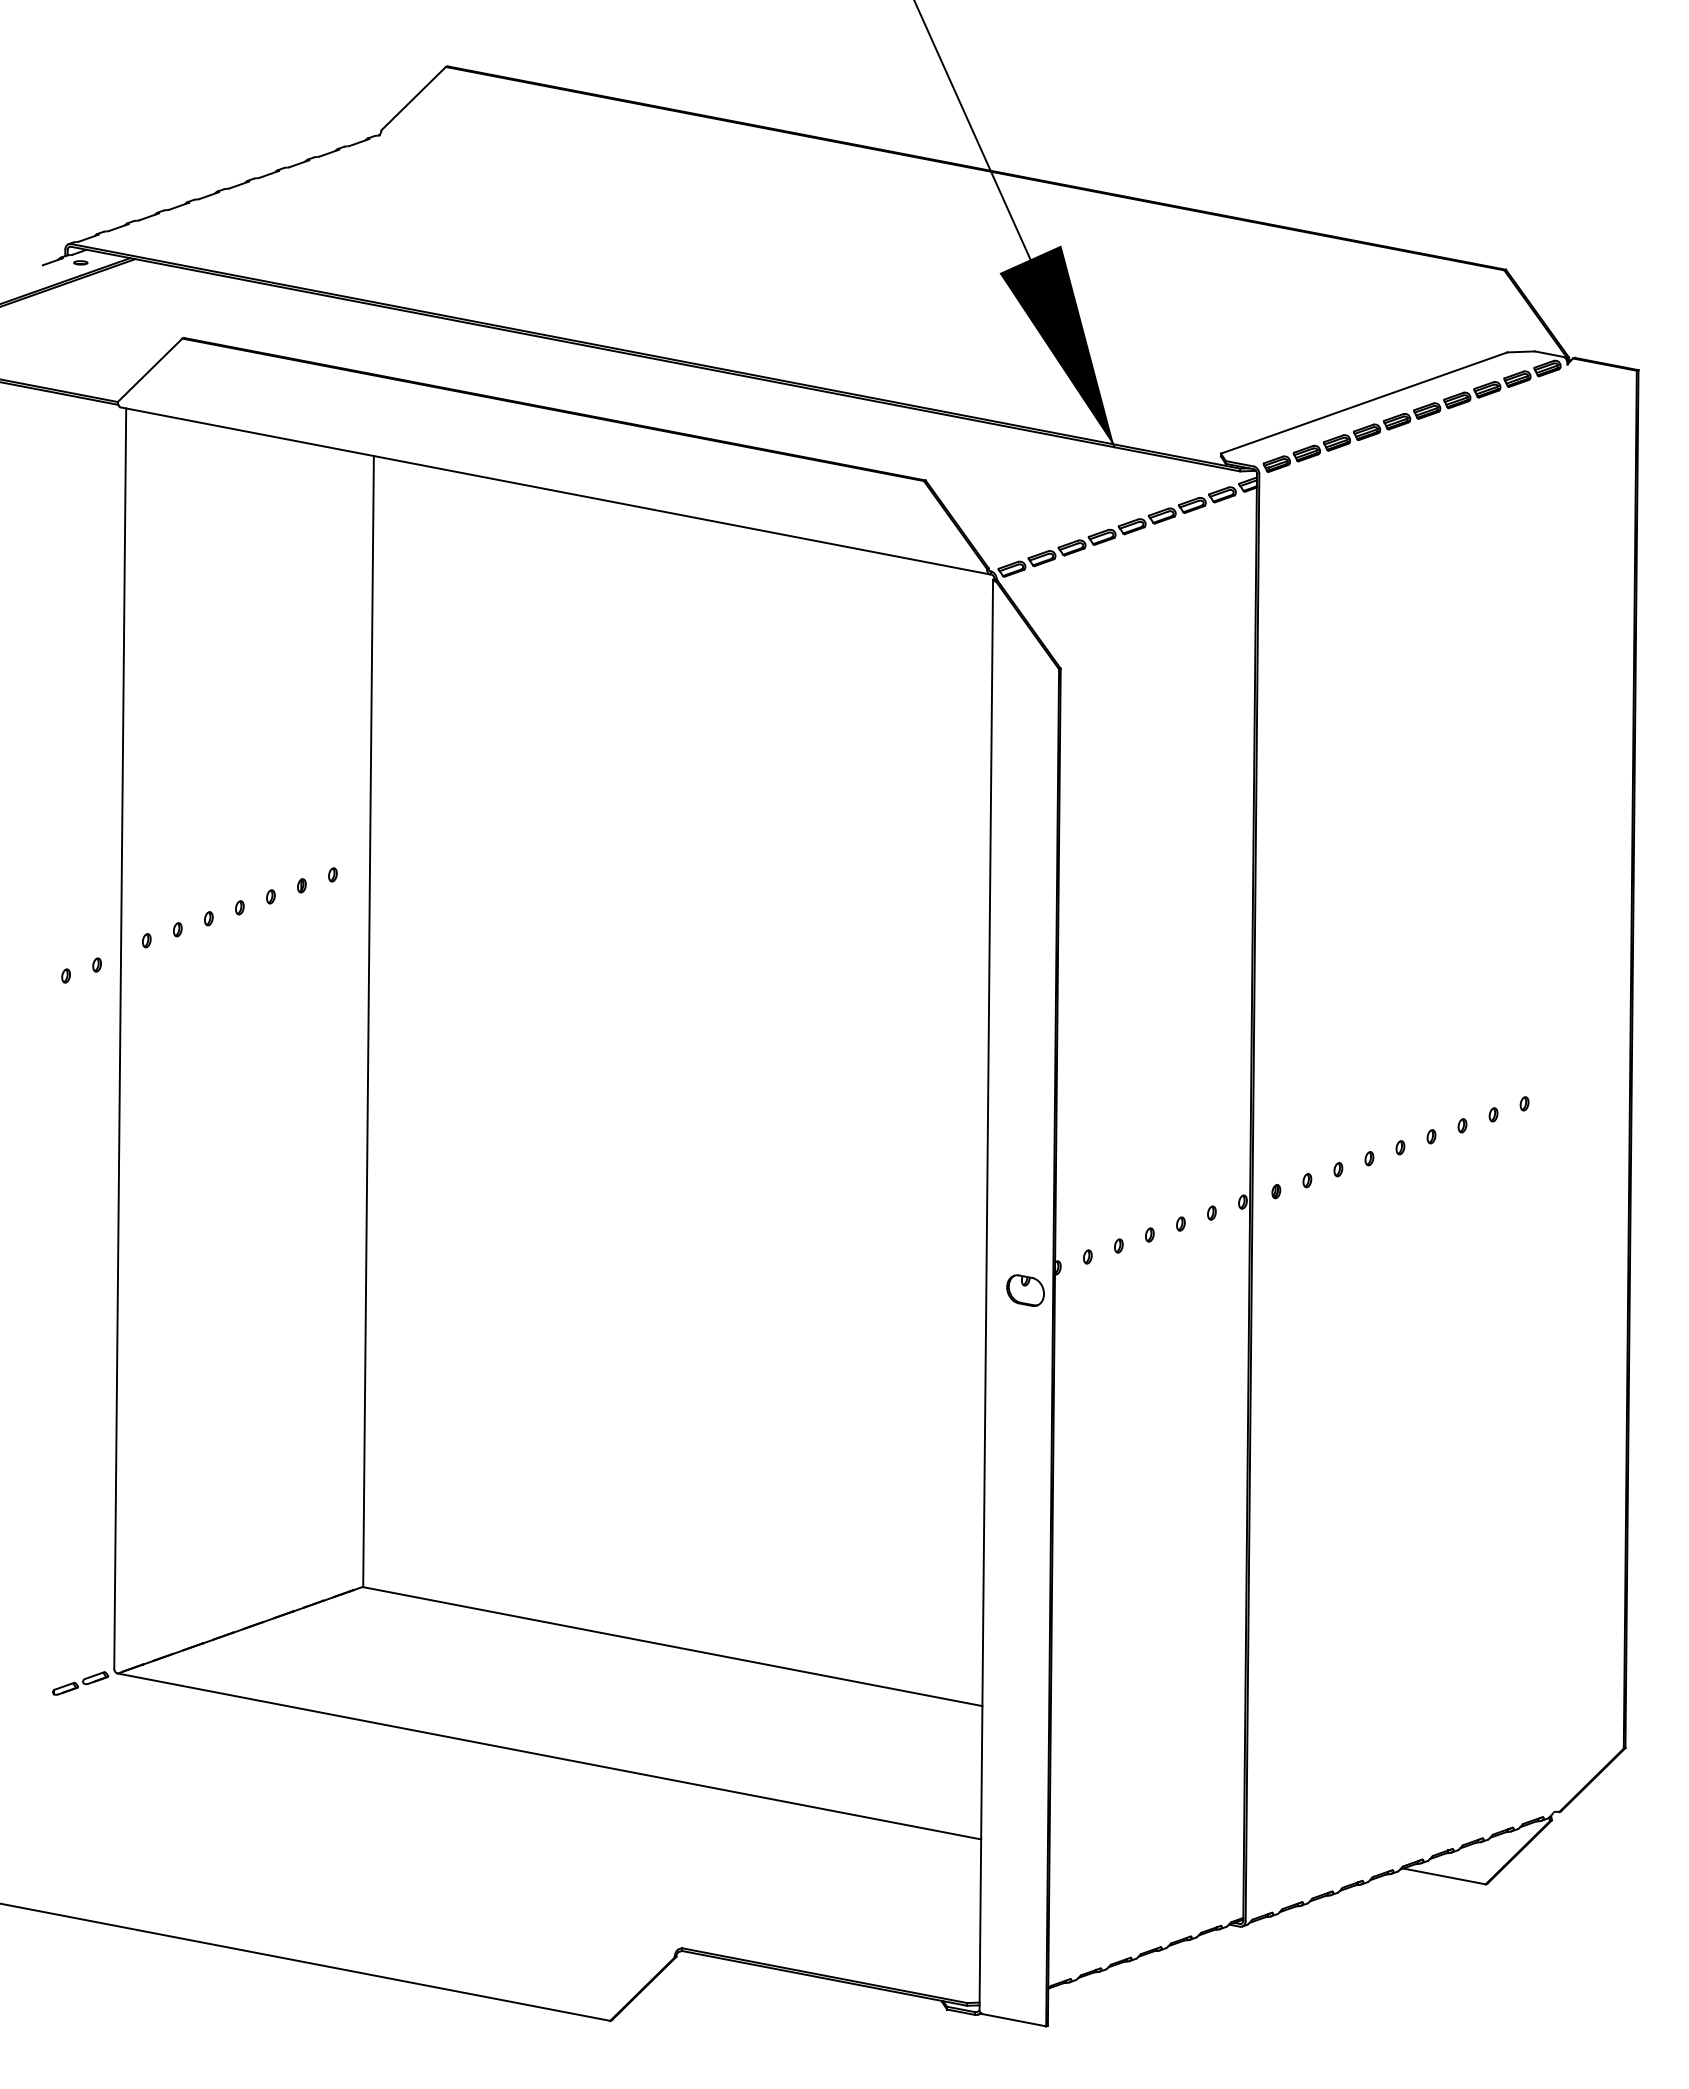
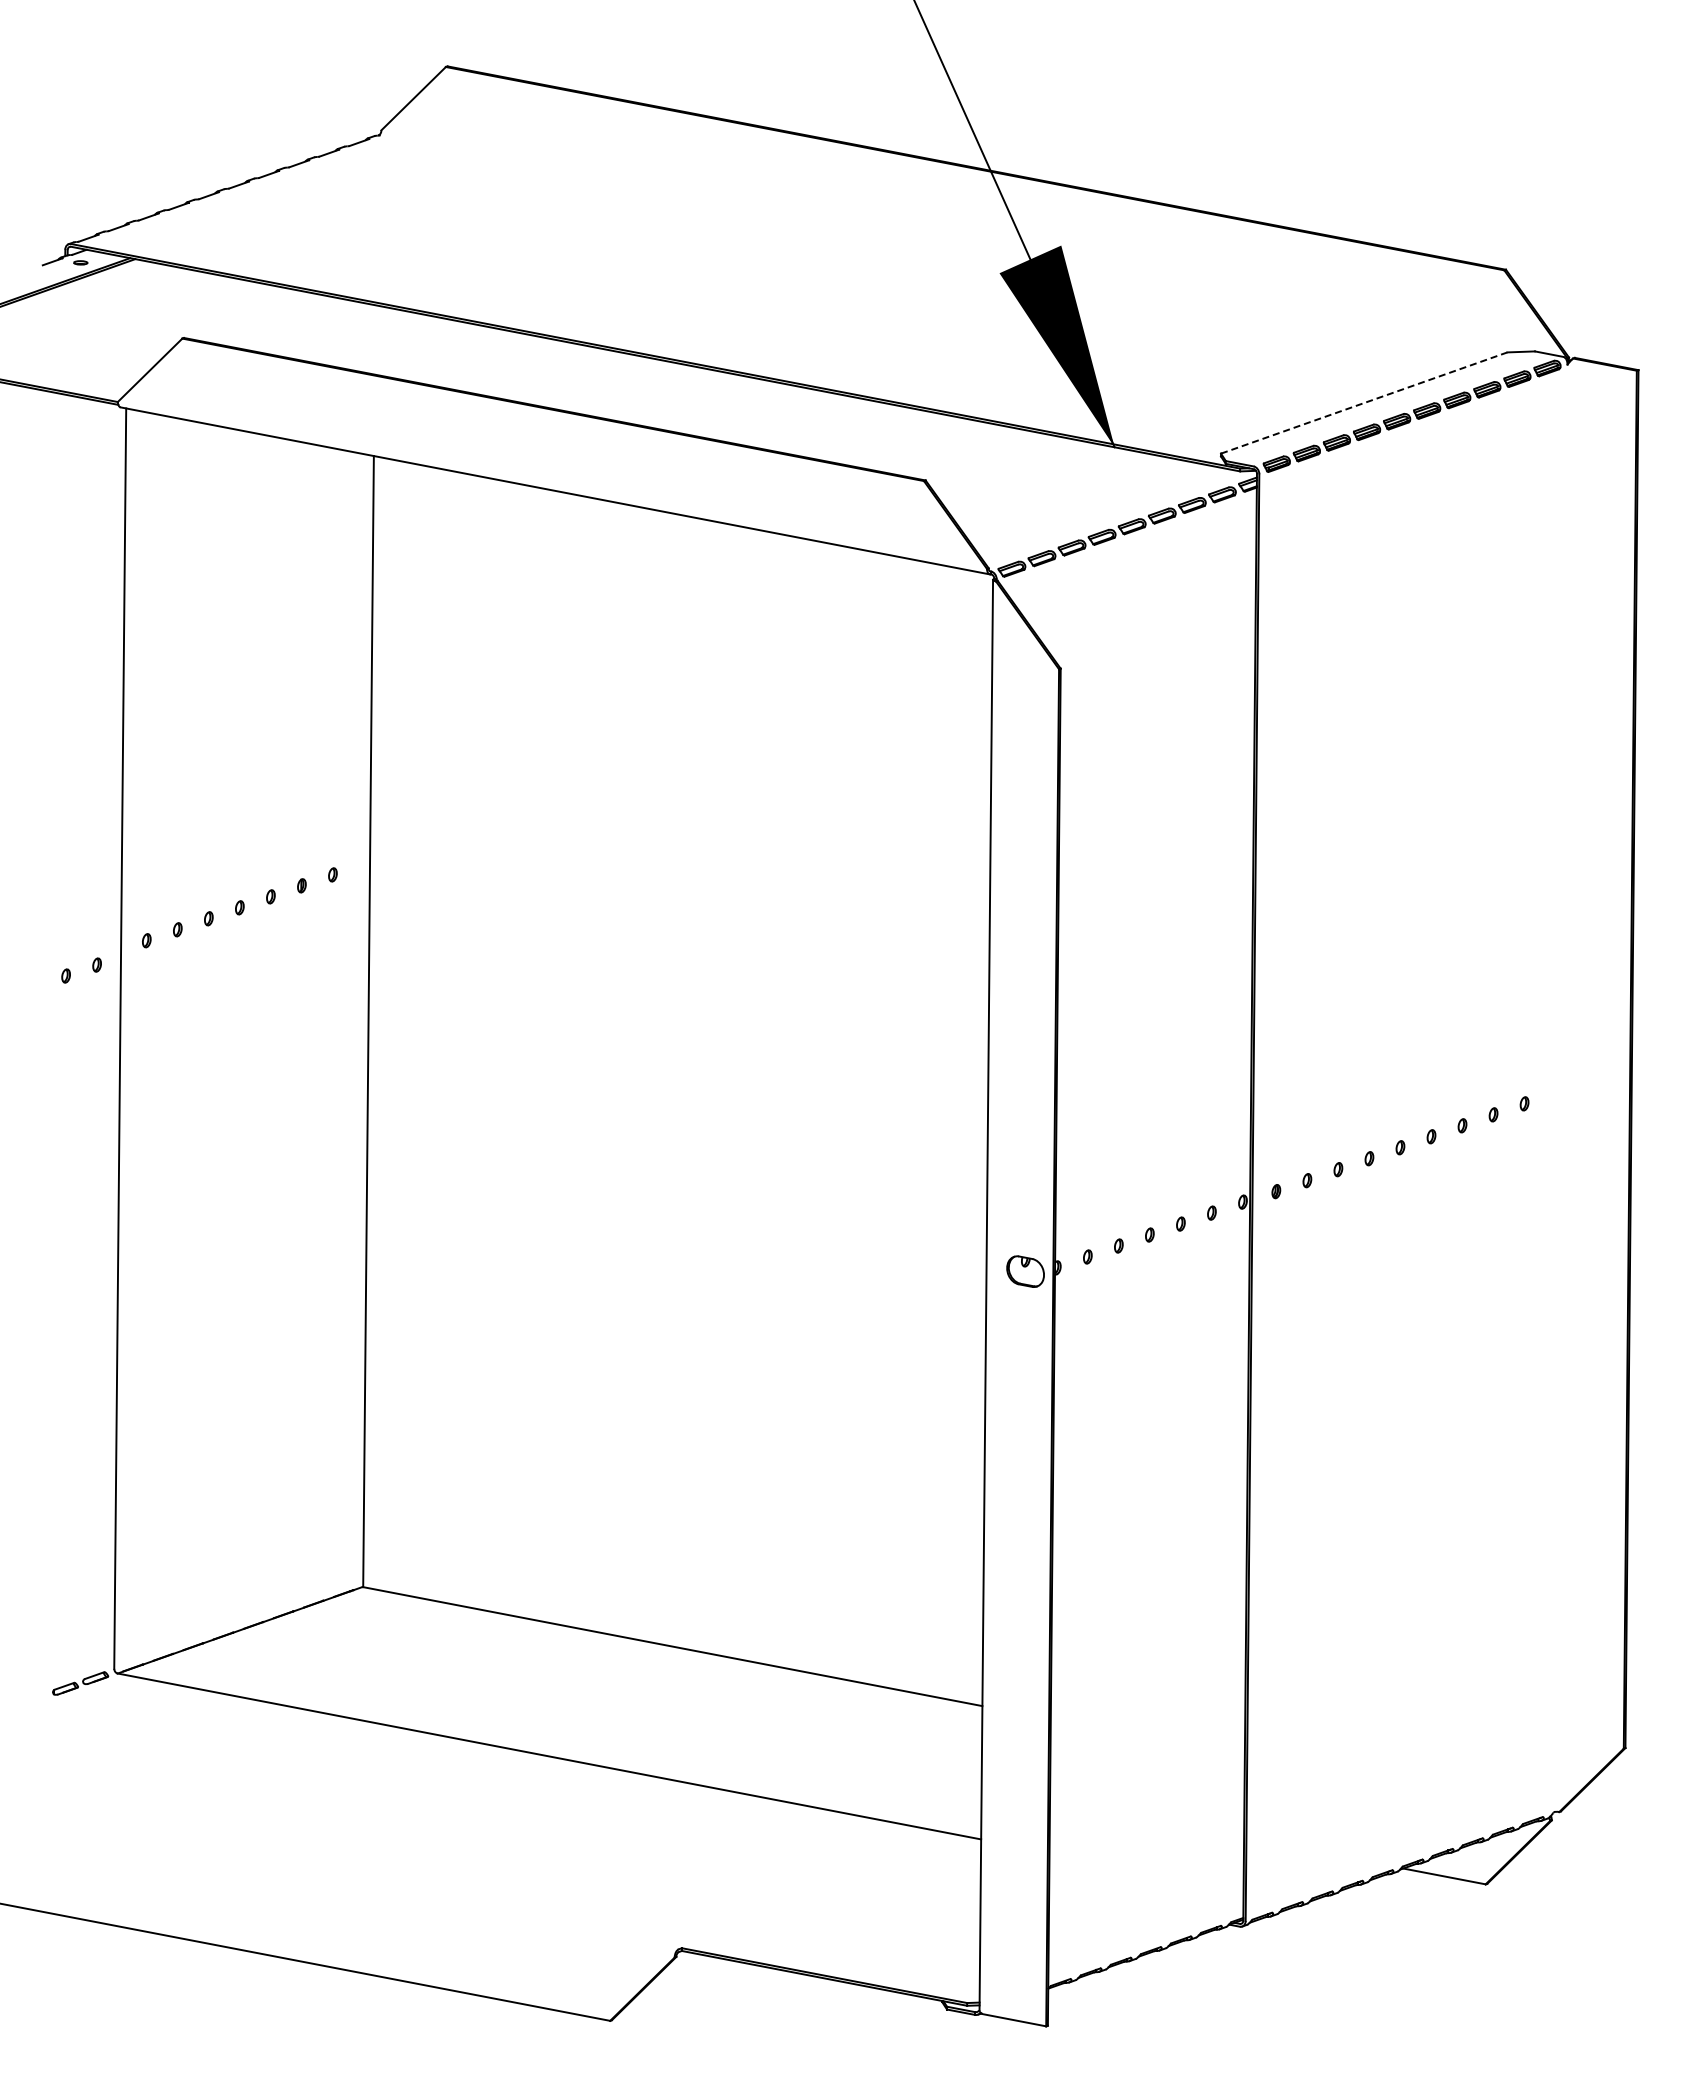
line at (1364, 403): solid -> dashed
part at (1025, 1290) position: (1025, 1290) -> (1025, 1271)
